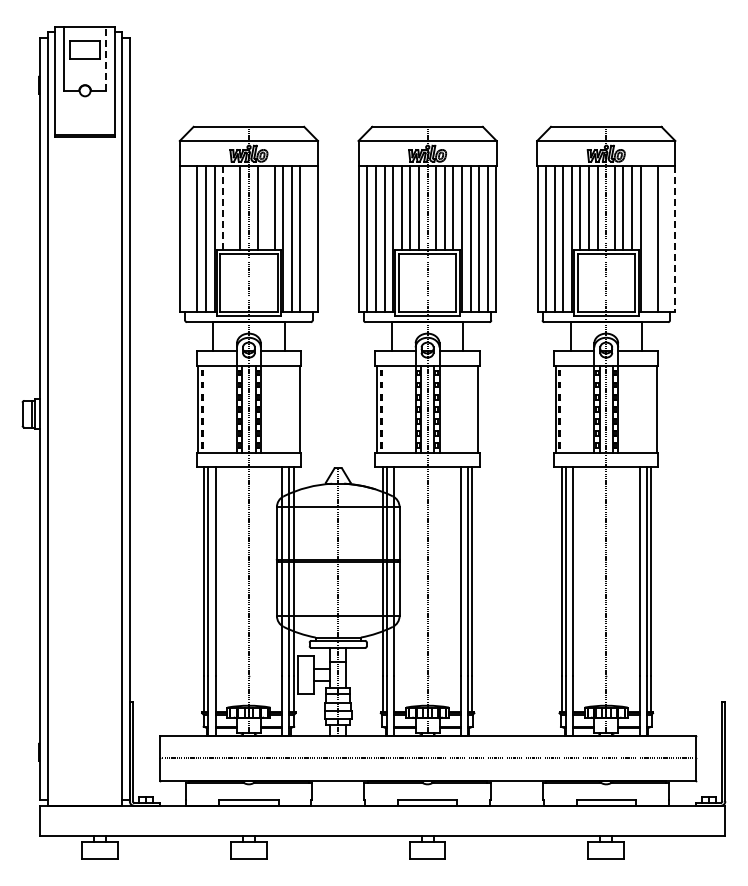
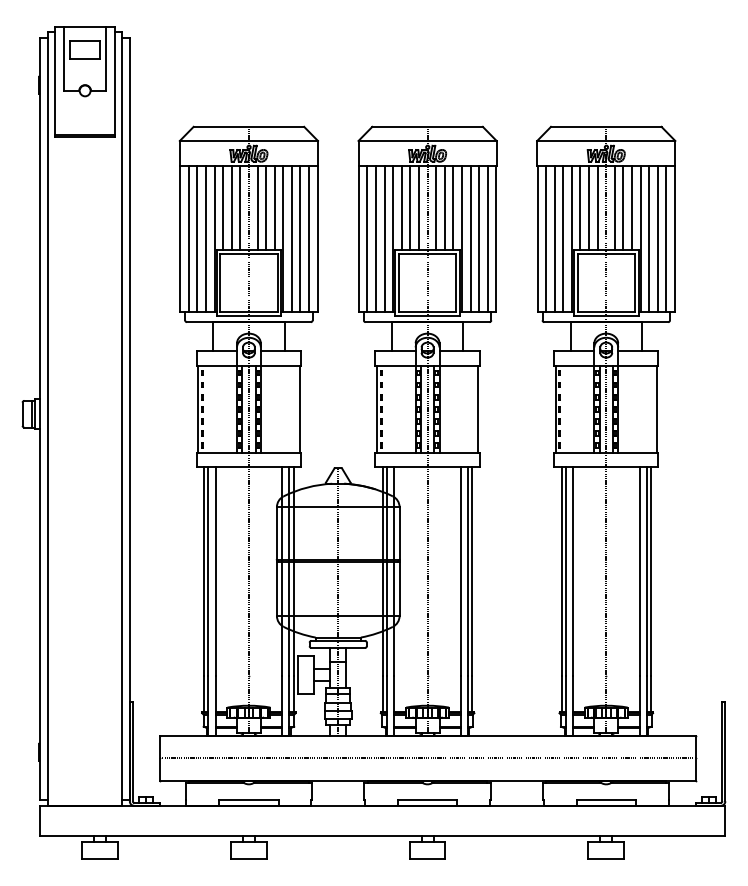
line at (105, 58): dashed -> solid
line at (223, 207): dashed -> solid
line at (231, 207): none -> present
line at (266, 207): none -> present
line at (188, 238): none -> present
line at (309, 238): none -> present
line at (649, 238): none -> present
line at (666, 238): none -> present
line at (674, 239): dashed -> solid
